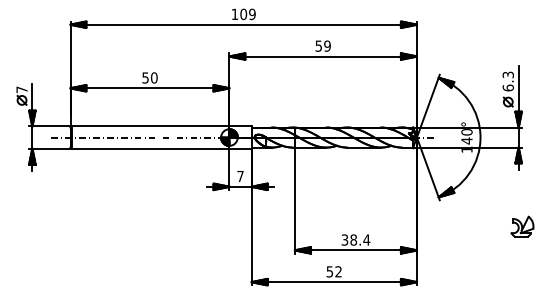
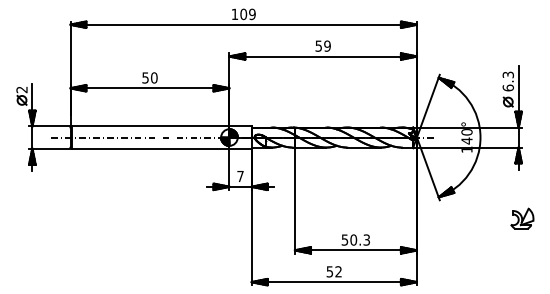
text at (21, 89): 7 -> 2
part at (522, 226) position: (522, 226) -> (522, 218)
text at (356, 239): 38.4 -> 50.3
